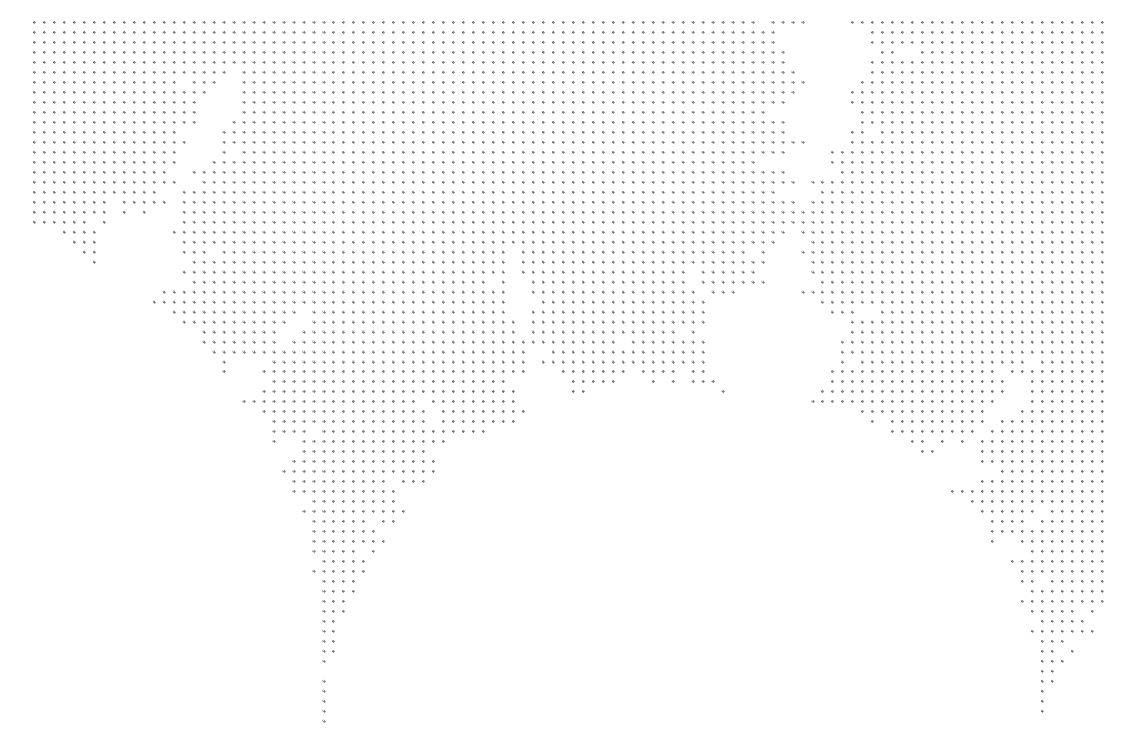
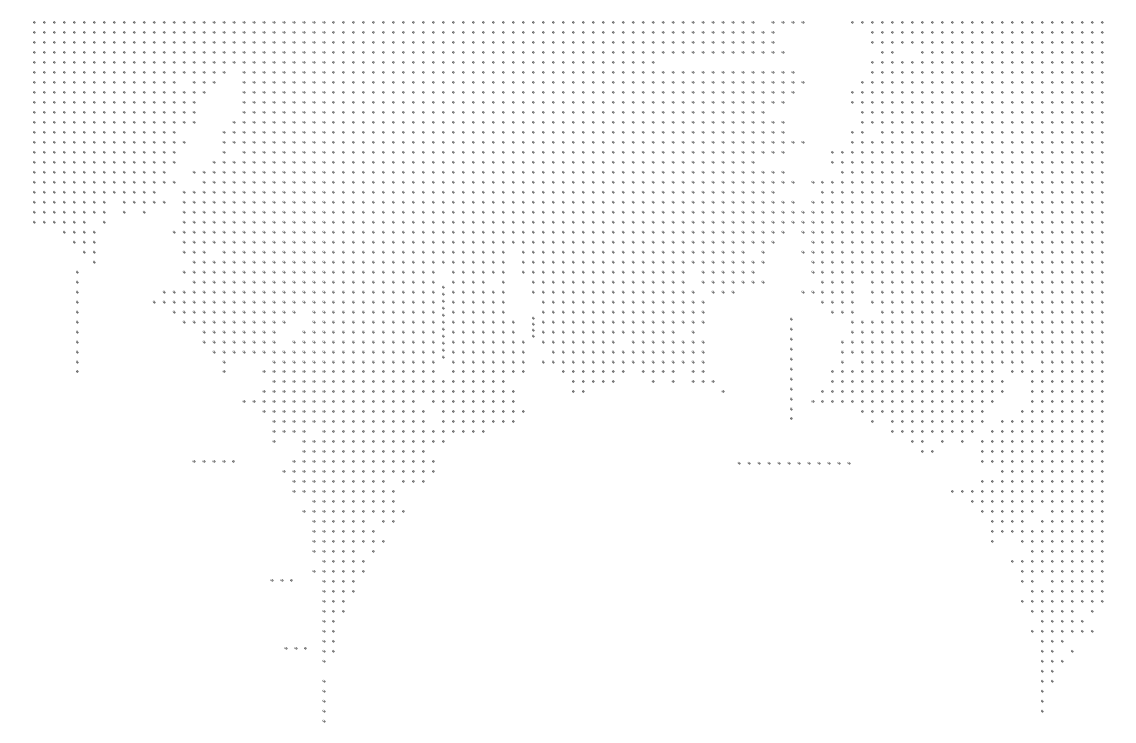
part at (723, 62): present -> none
part at (862, 292): present -> none
part at (77, 321): none -> present
part at (443, 321) size: 3x102 px -> 3x73 px
part at (533, 326) size: 3x34 px -> 3x21 px
part at (791, 368): none -> present
part at (213, 461): none -> present
part at (794, 463): none -> present
part at (281, 580): none -> present
part at (295, 648): none -> present
